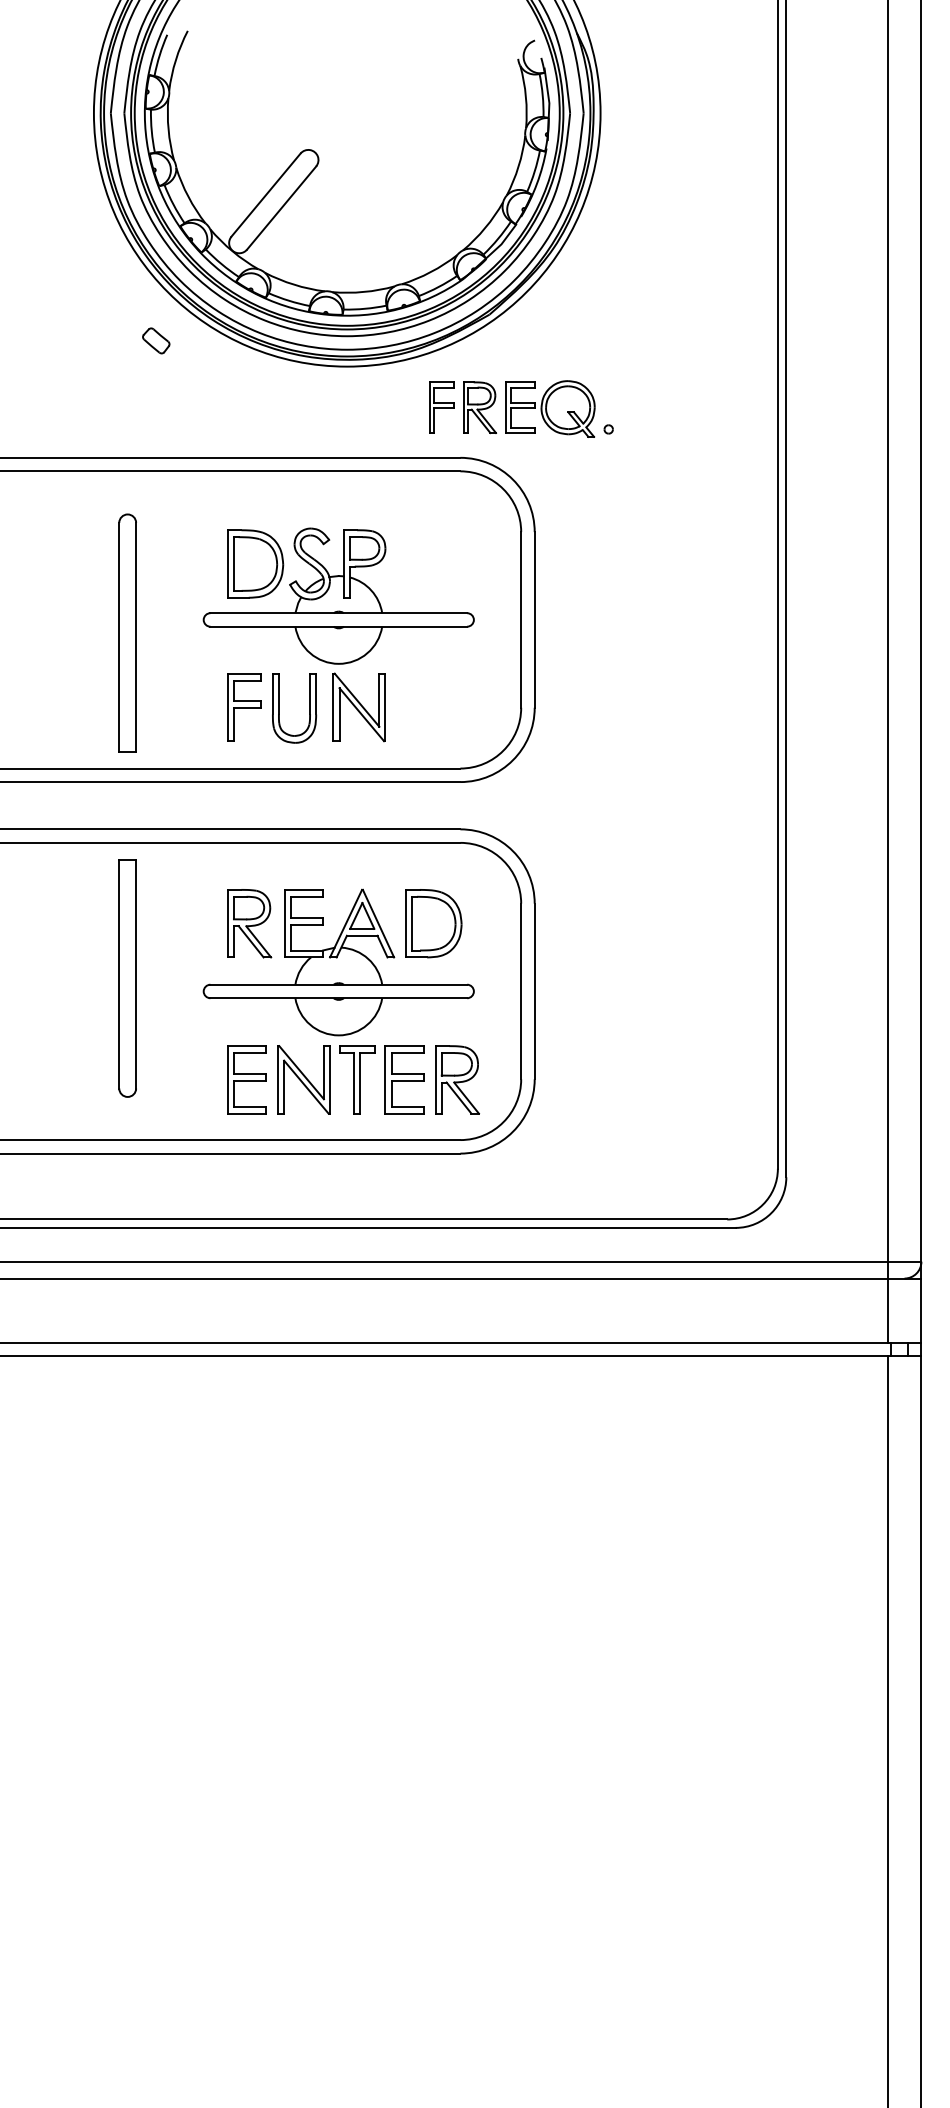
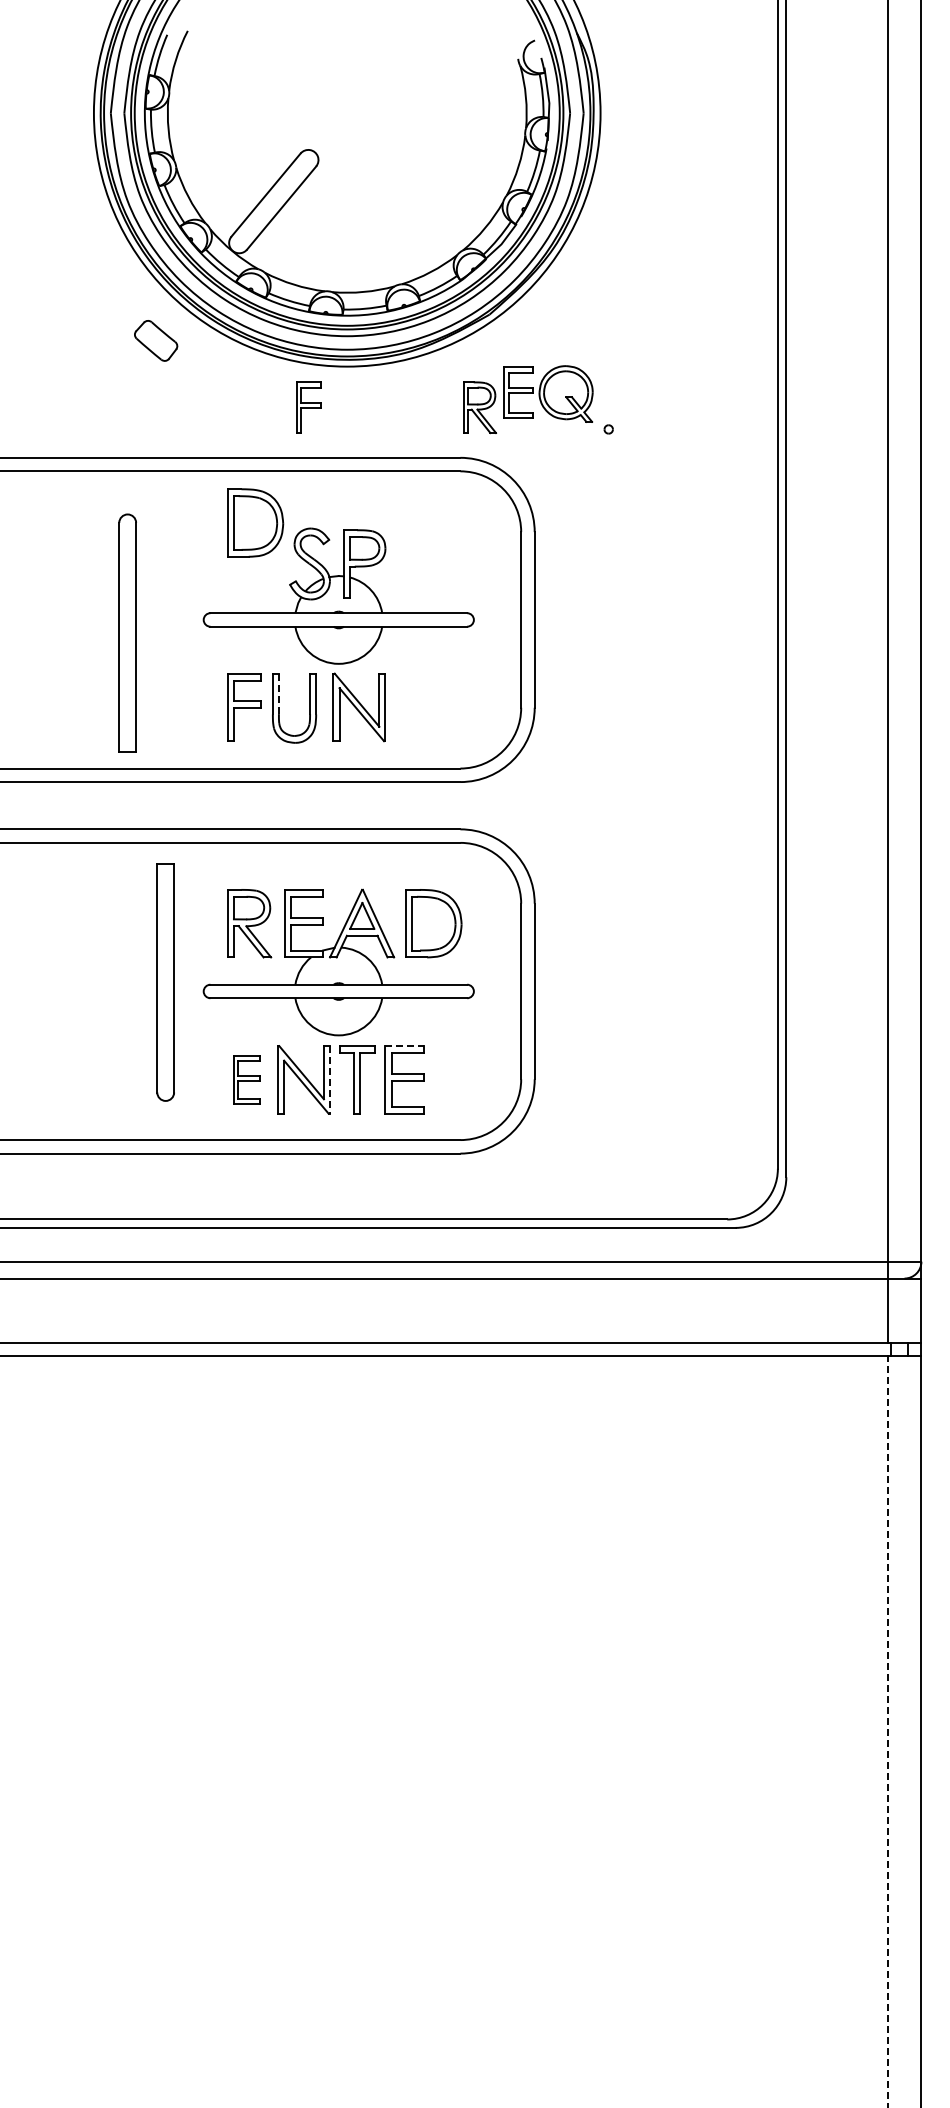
part at (156, 340) size: 29x28 px -> 45x42 px
part at (441, 407) position: (441, 407) -> (308, 407)
part at (550, 408) position: (550, 408) -> (548, 393)
part at (255, 563) position: (255, 563) -> (255, 522)
line at (278, 694): solid -> dashed
part at (127, 978) position: (127, 978) -> (165, 982)
line at (404, 1046): solid -> dashed
part at (246, 1079) size: 40x70 px -> 28x50 px
line at (330, 1079): solid -> dashed
part at (457, 1079): present -> none
line at (887, 1732): solid -> dashed
